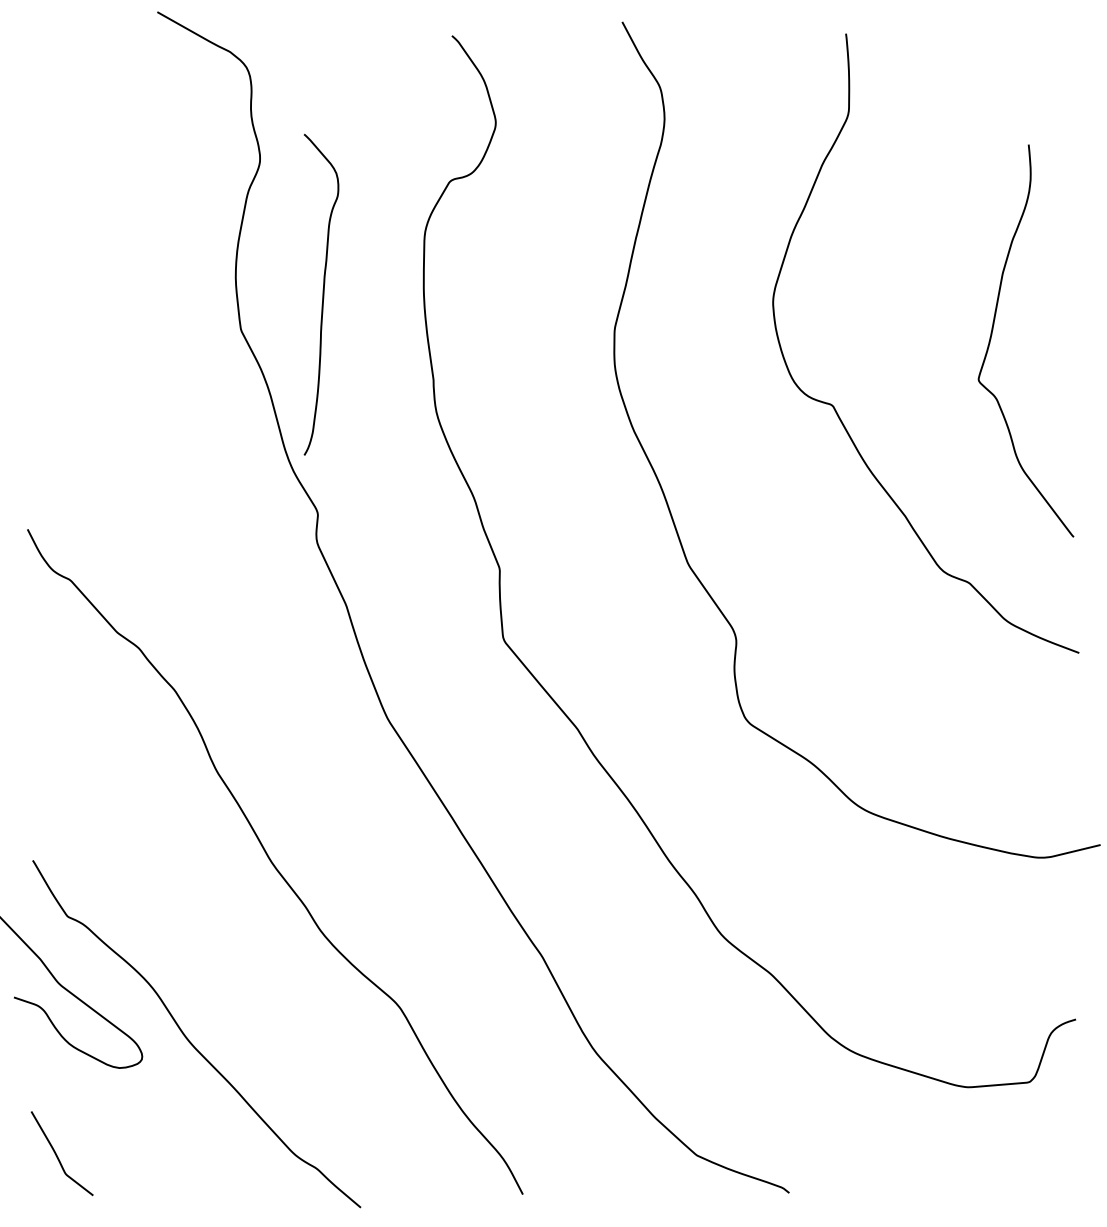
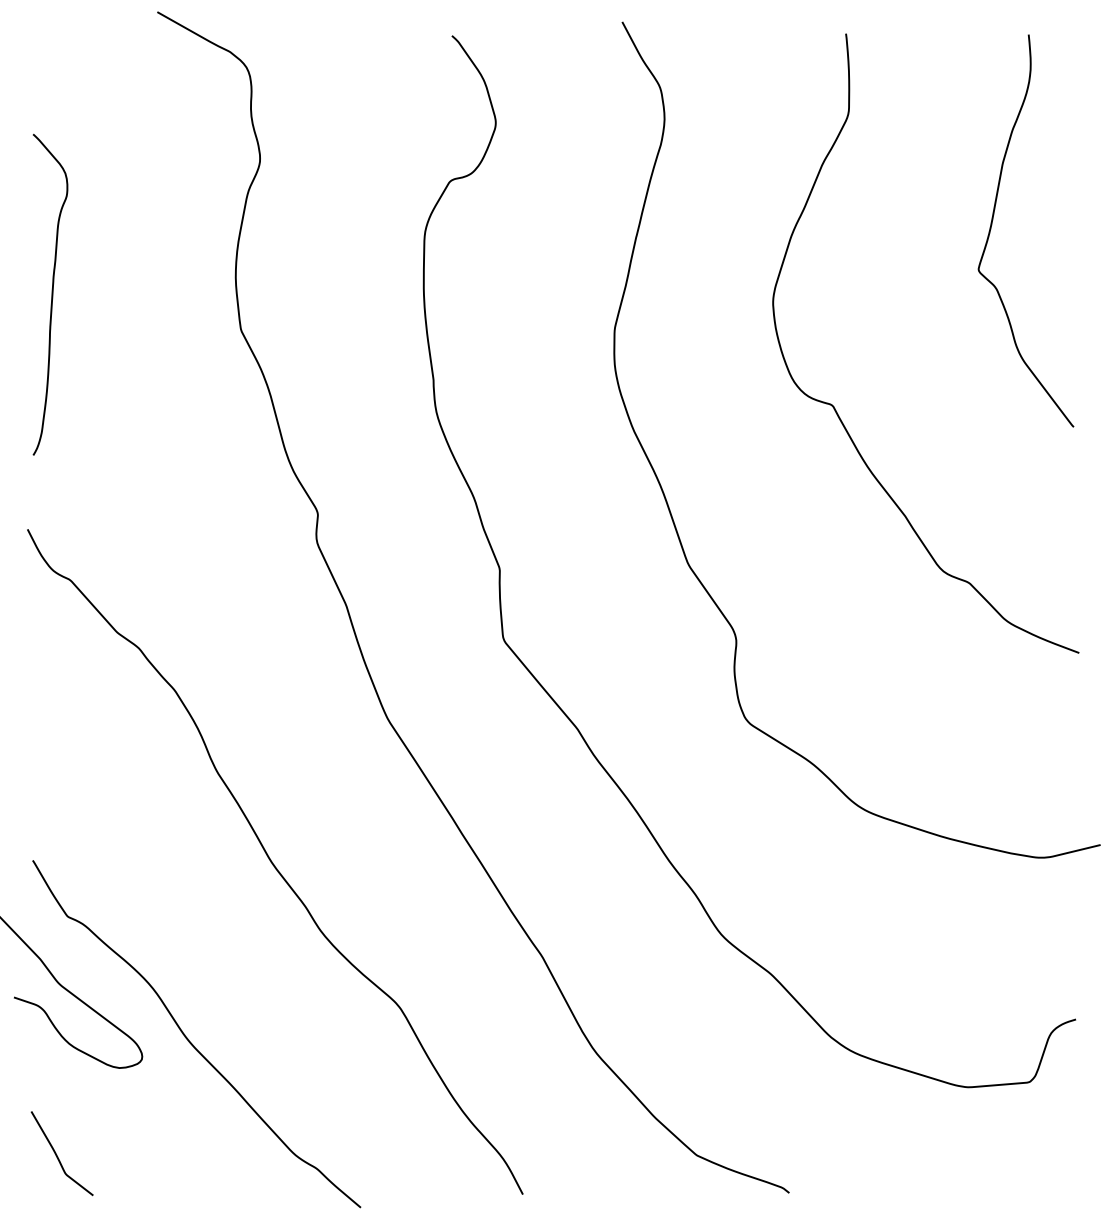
curve at (322, 294) position: (322, 294) -> (51, 294)
curve at (992, 335) position: (992, 335) -> (992, 225)
